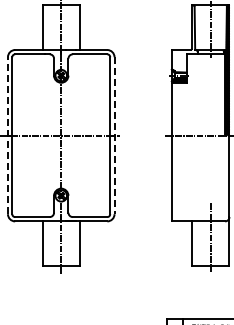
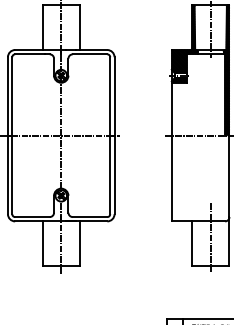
hatch at (184, 38): none -> present
line at (7, 135): dashed -> solid
line at (114, 136): dashed -> solid
